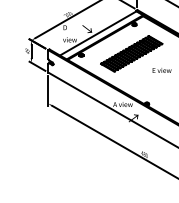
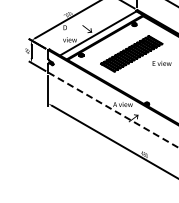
text at (161, 70) position: (161, 70) -> (161, 63)
line at (114, 110): solid -> dashed
